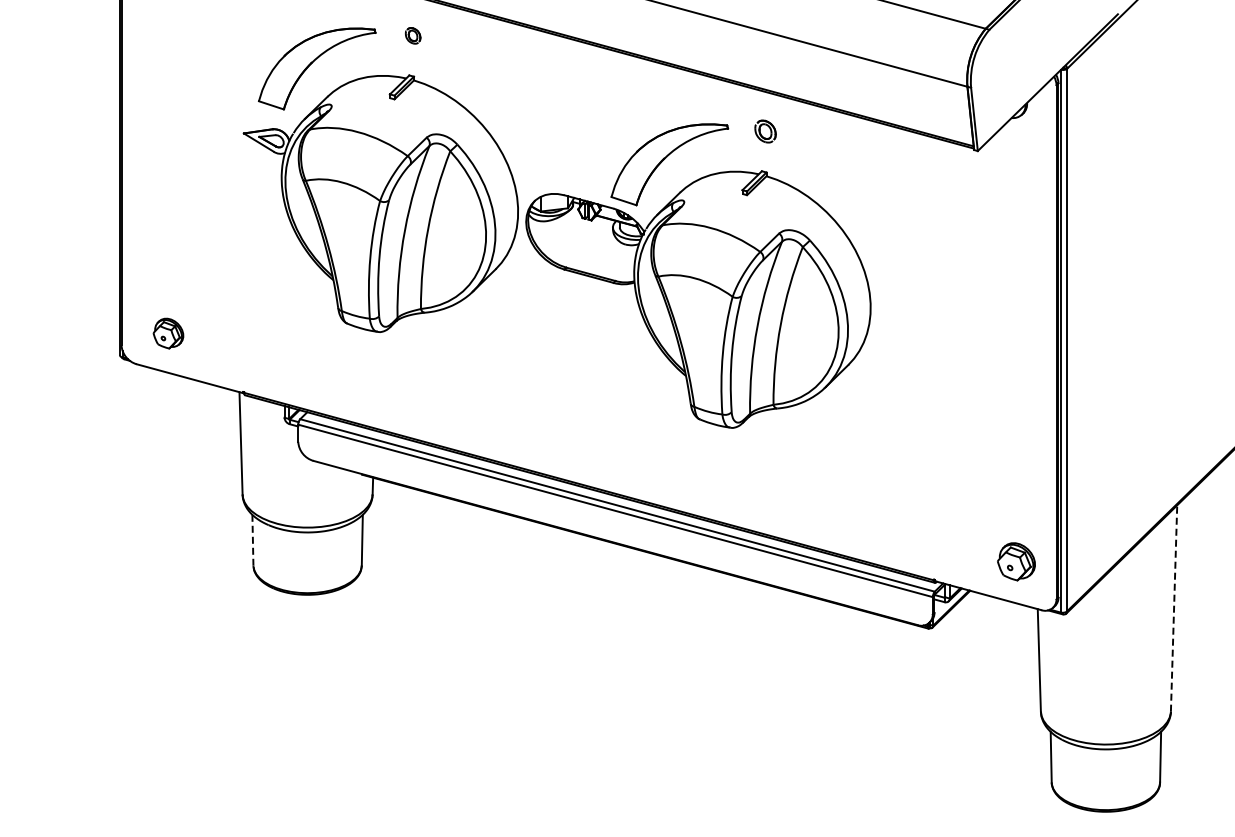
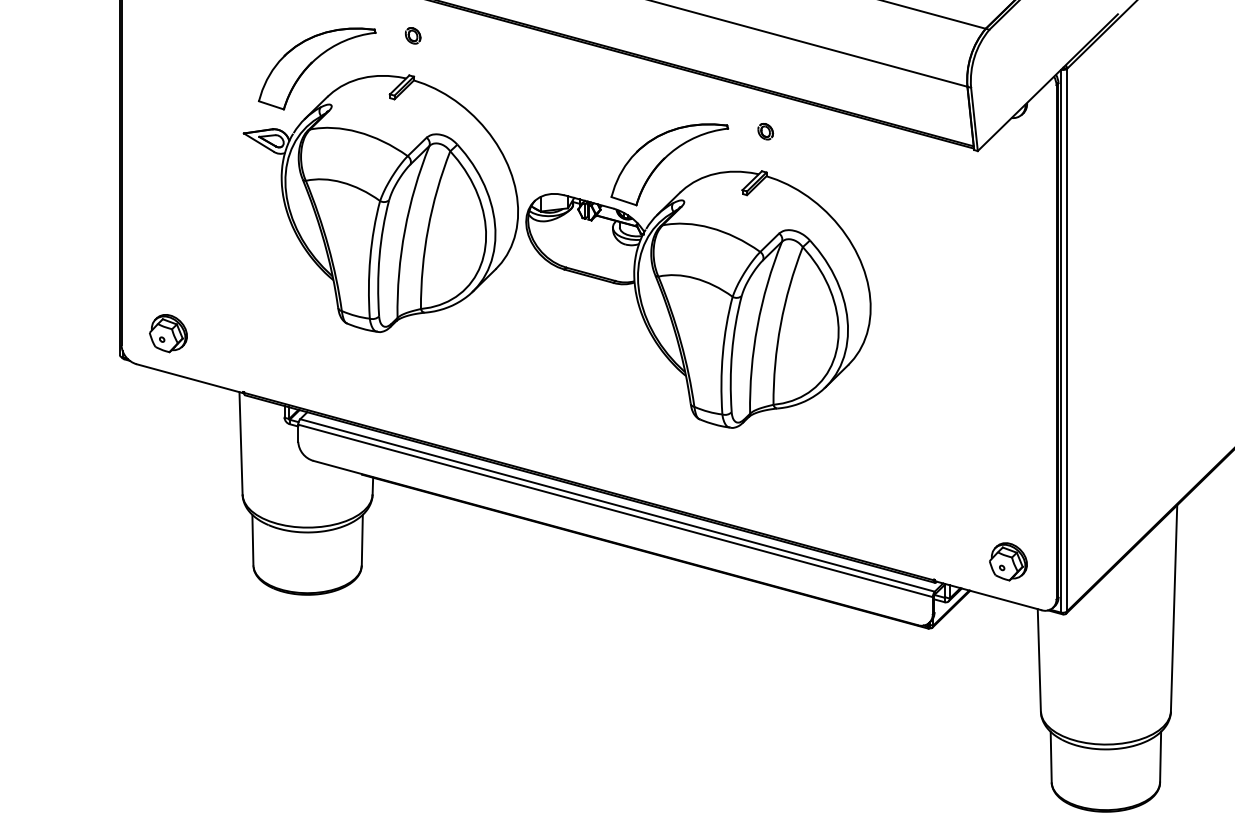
part at (765, 131) size: 23x25 px -> 18x18 px
part at (168, 333) size: 33x33 px -> 39x40 px
line at (252, 540): dashed -> solid
part at (1016, 561) position: (1016, 561) -> (1008, 561)
line at (1174, 607): dashed -> solid
